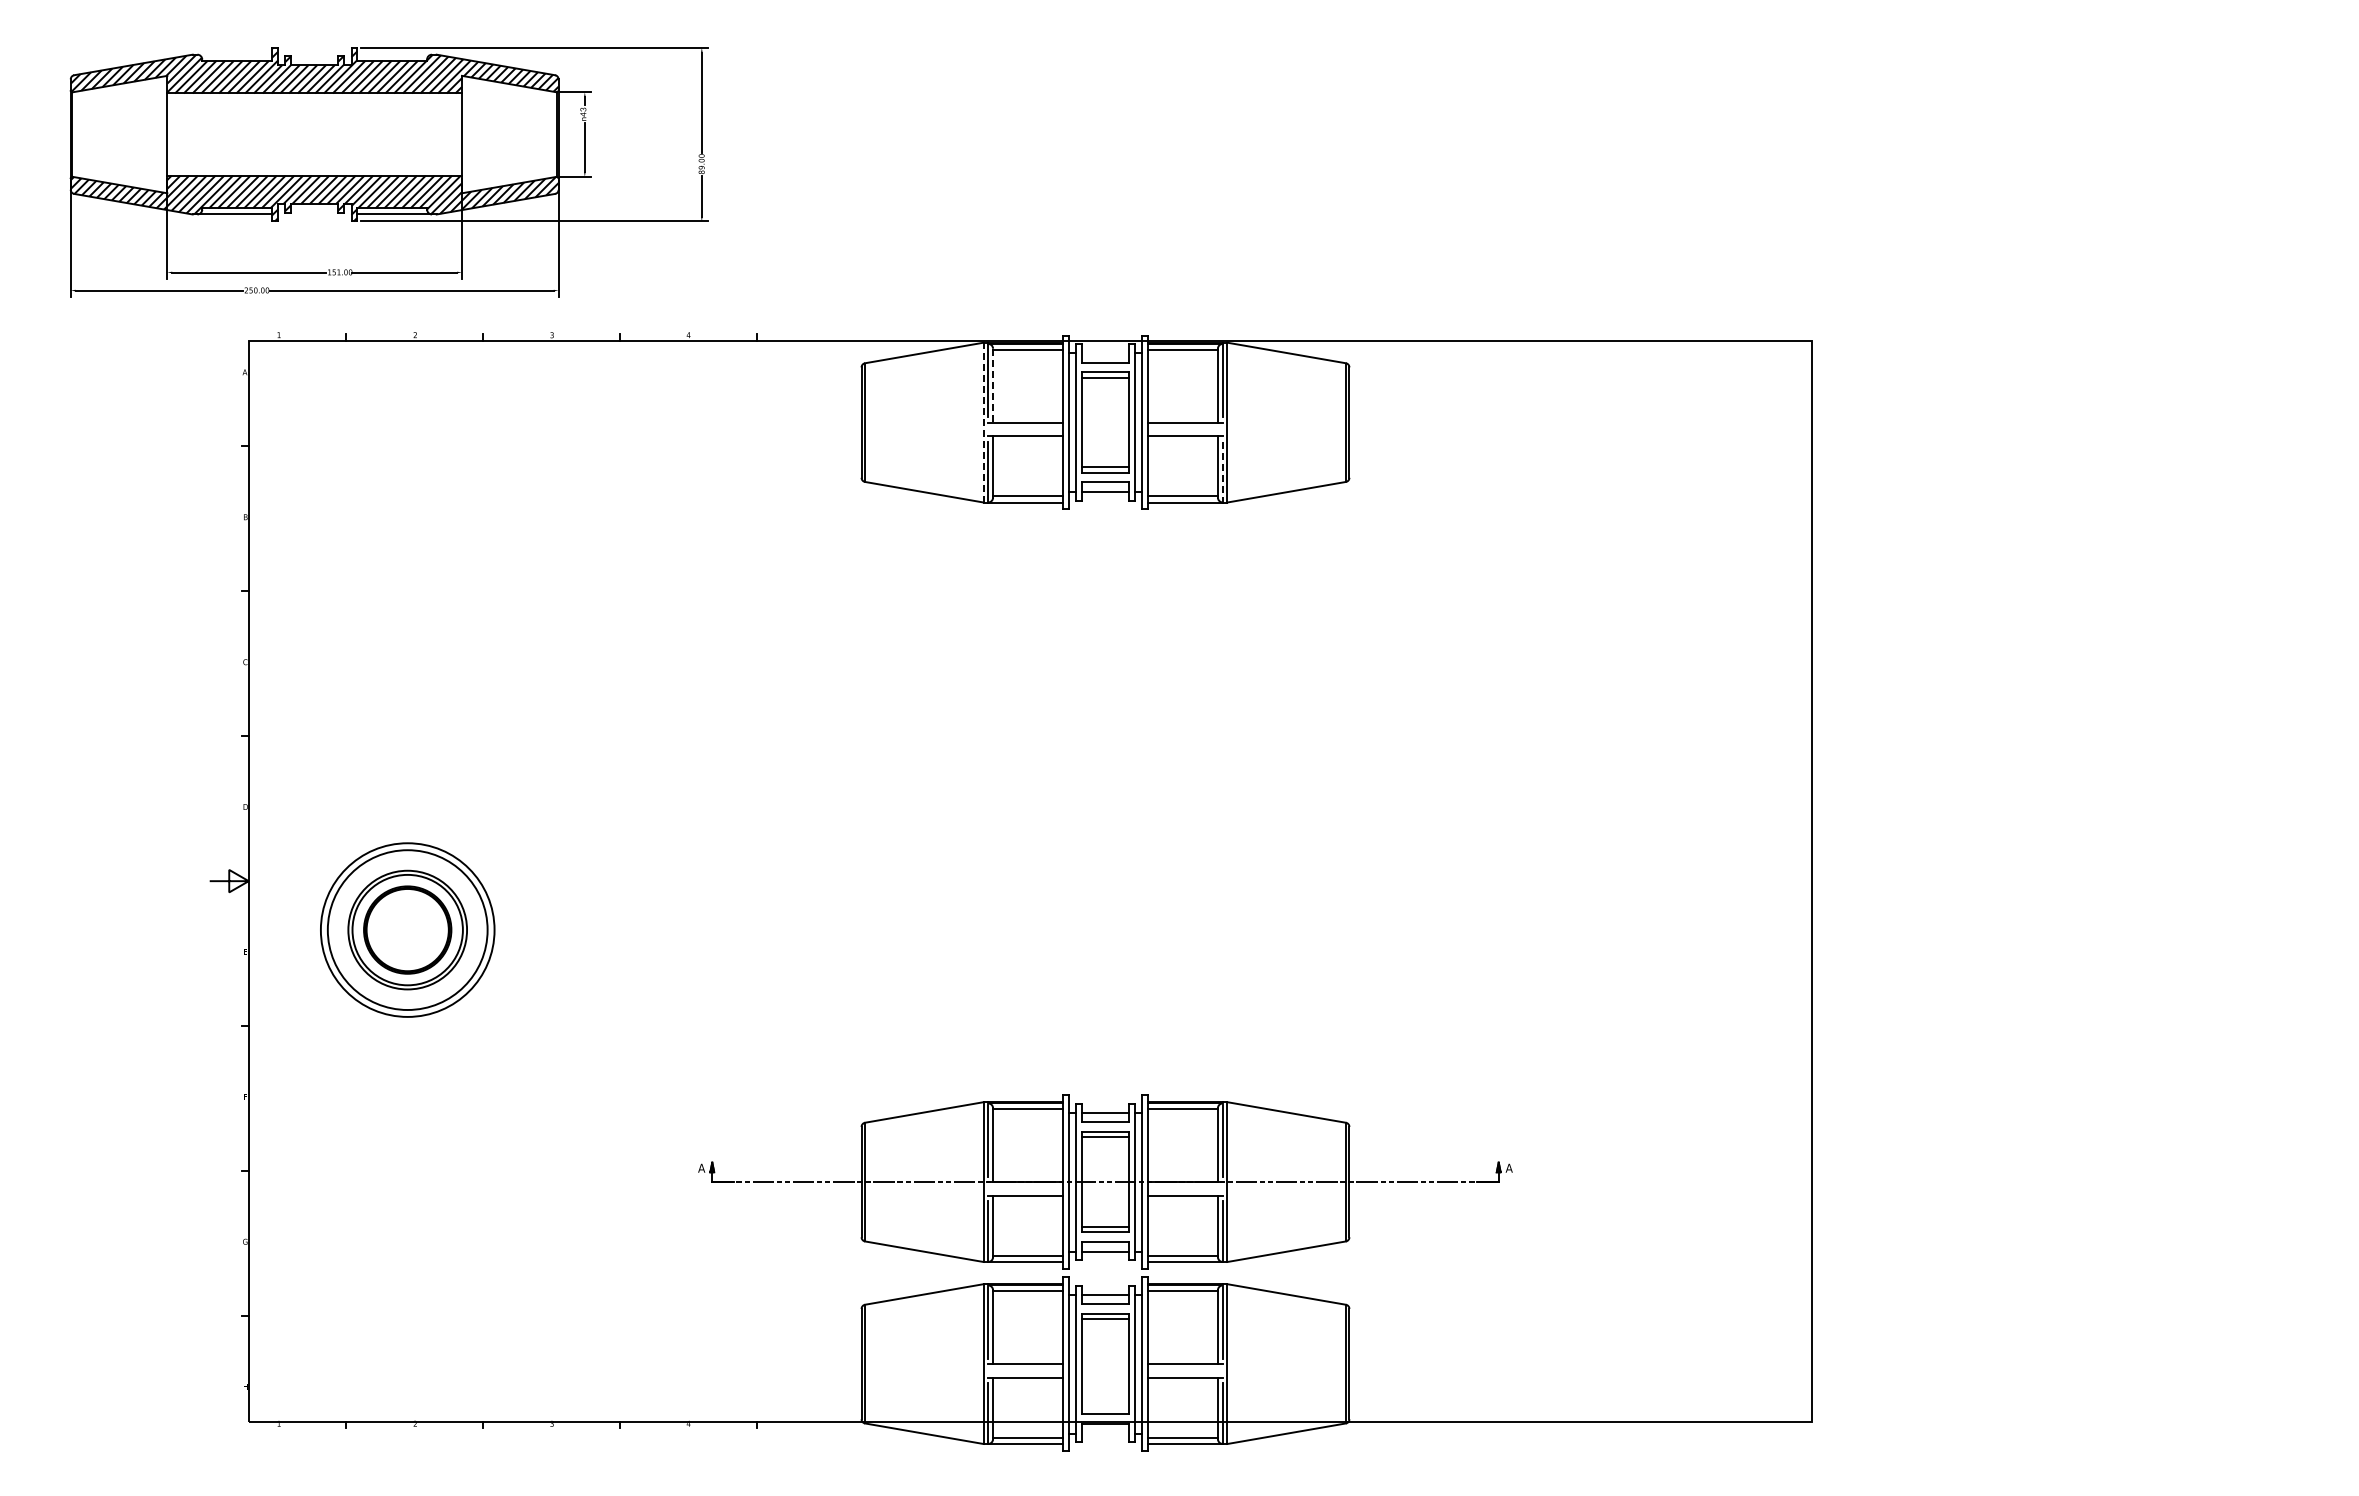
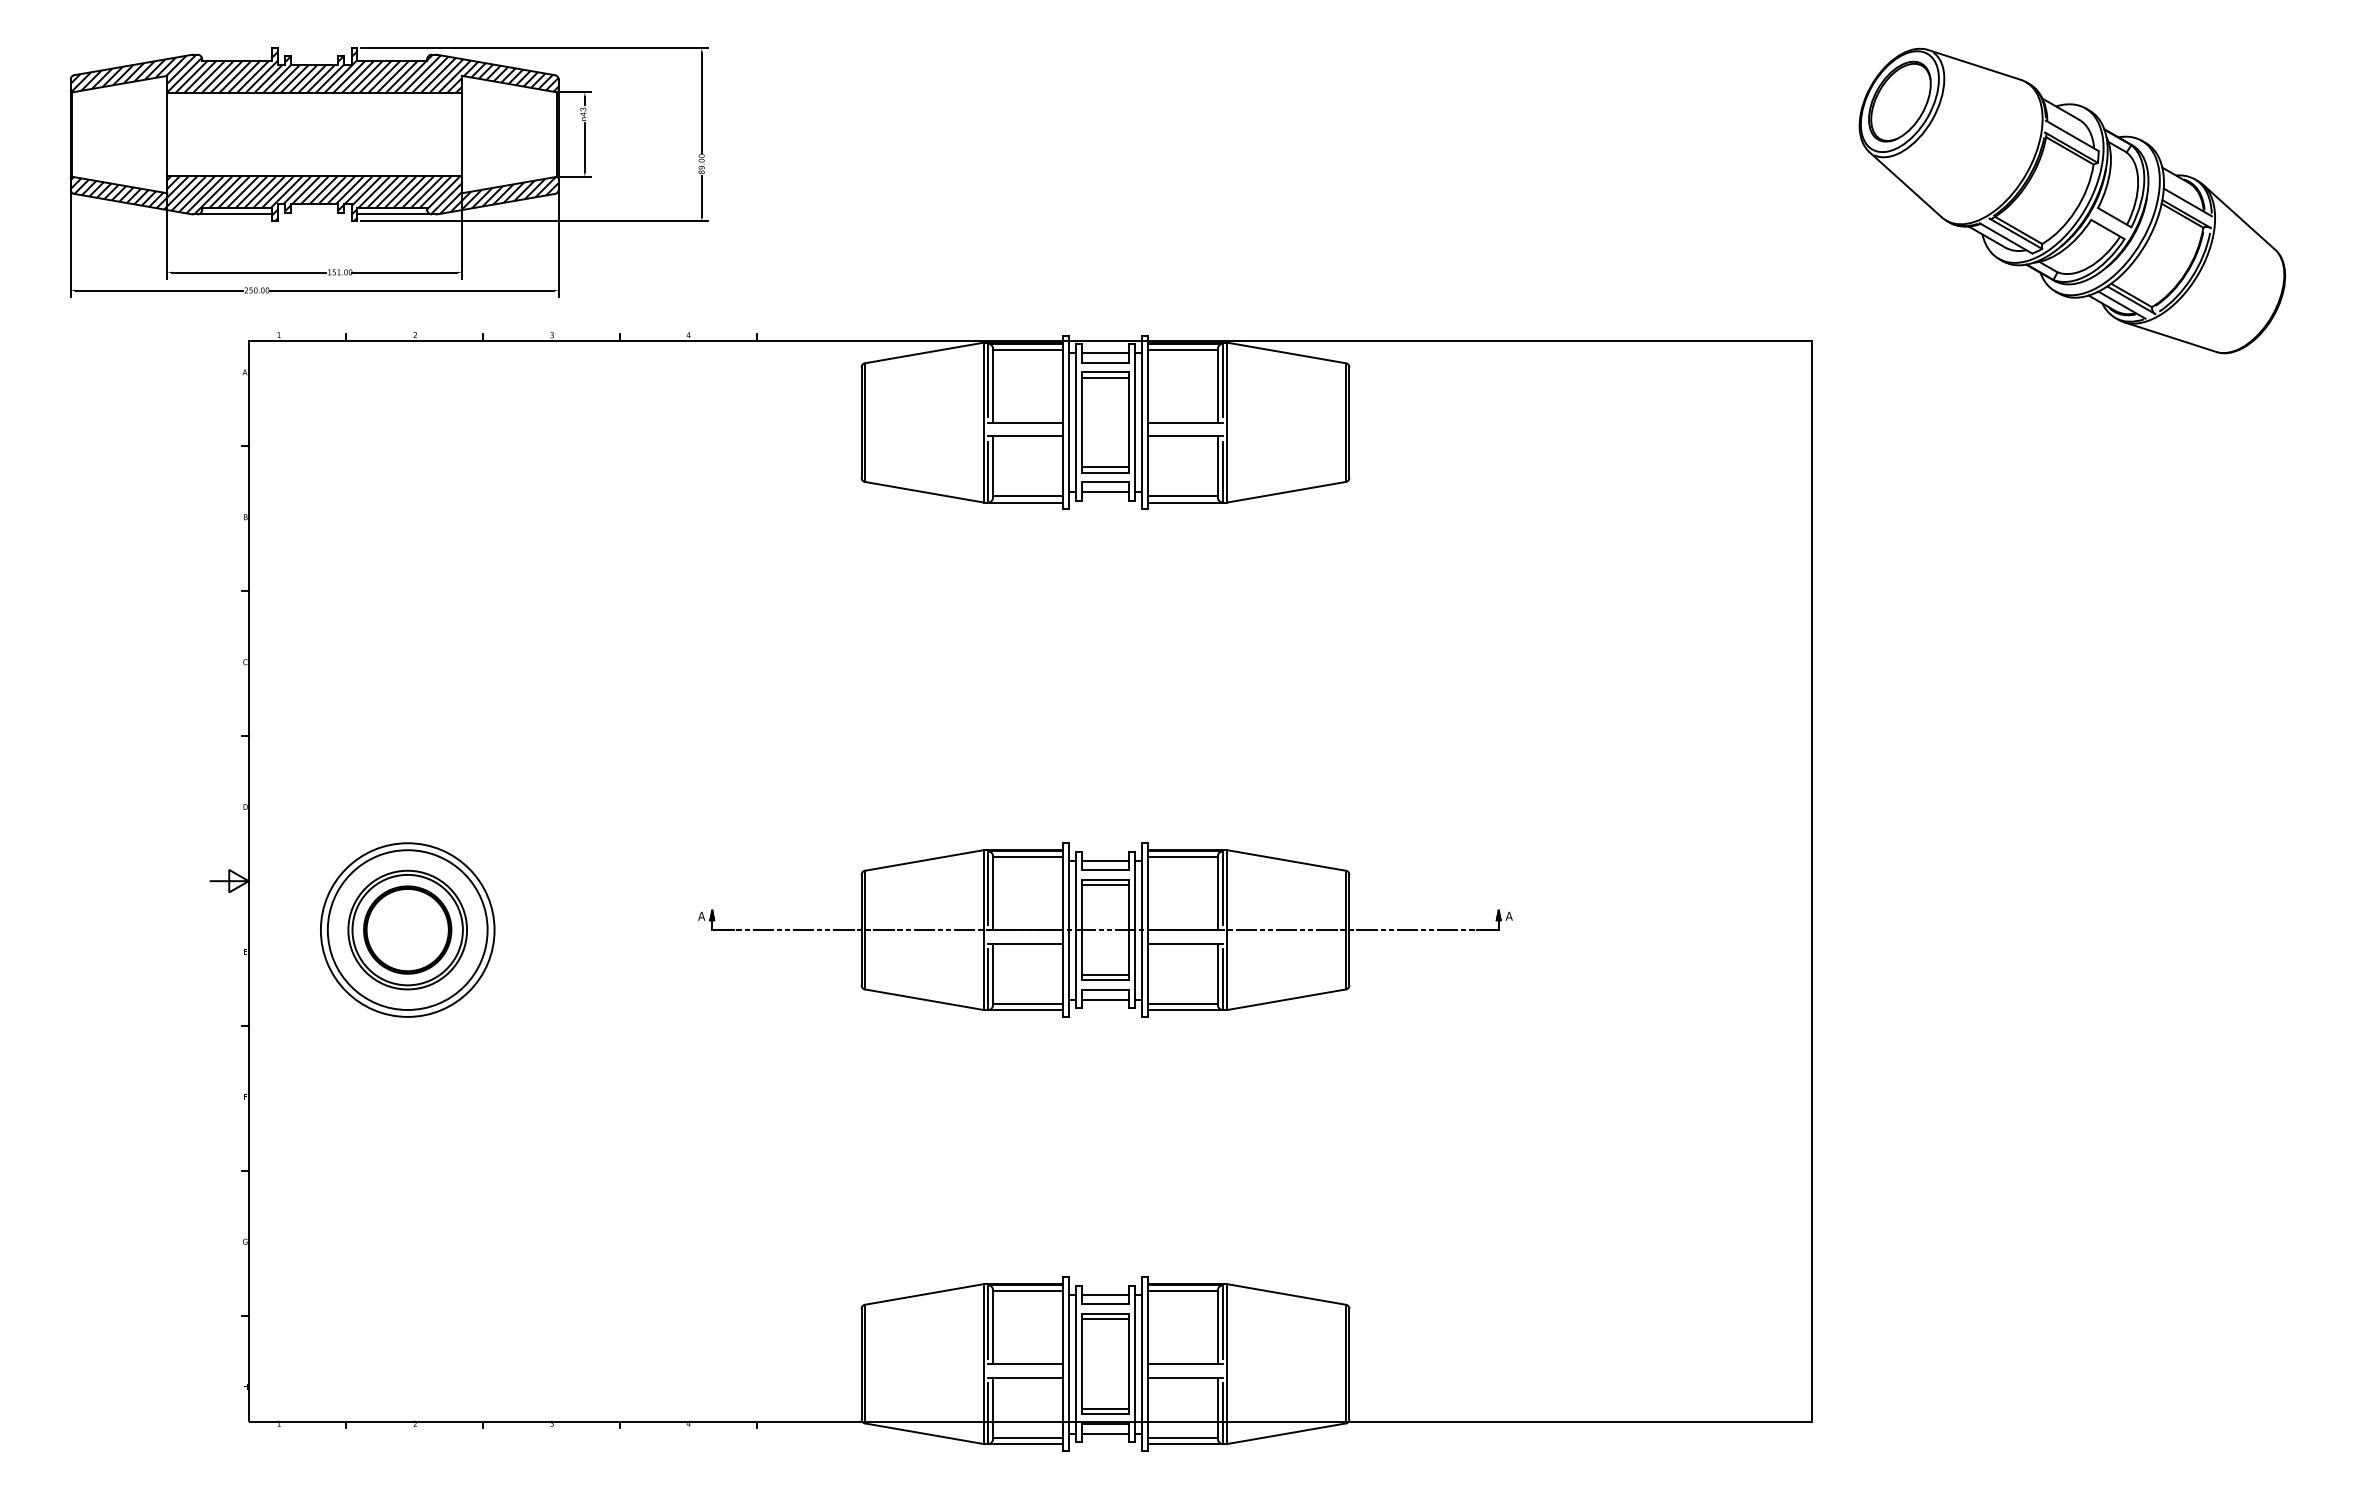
part at (2072, 200): none -> present
line at (1105, 353): none -> present
line at (993, 385): dashed -> solid
line at (983, 422): dashed -> solid
line at (1222, 472): dashed -> solid
part at (1105, 1181) position: (1105, 1181) -> (1105, 929)
line at (1105, 1408): none -> present
line at (1105, 1433): none -> present
